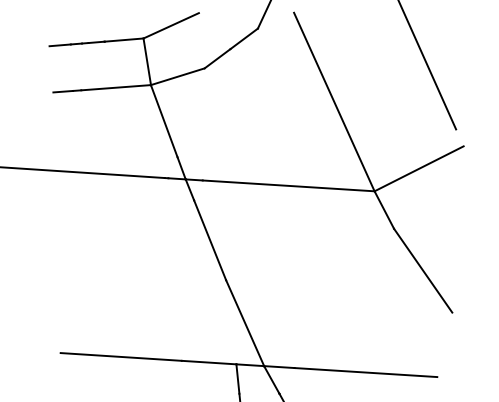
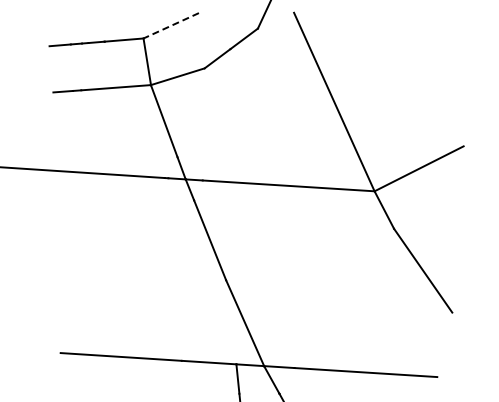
line at (170, 26): solid -> dashed
line at (427, 65): present -> none
